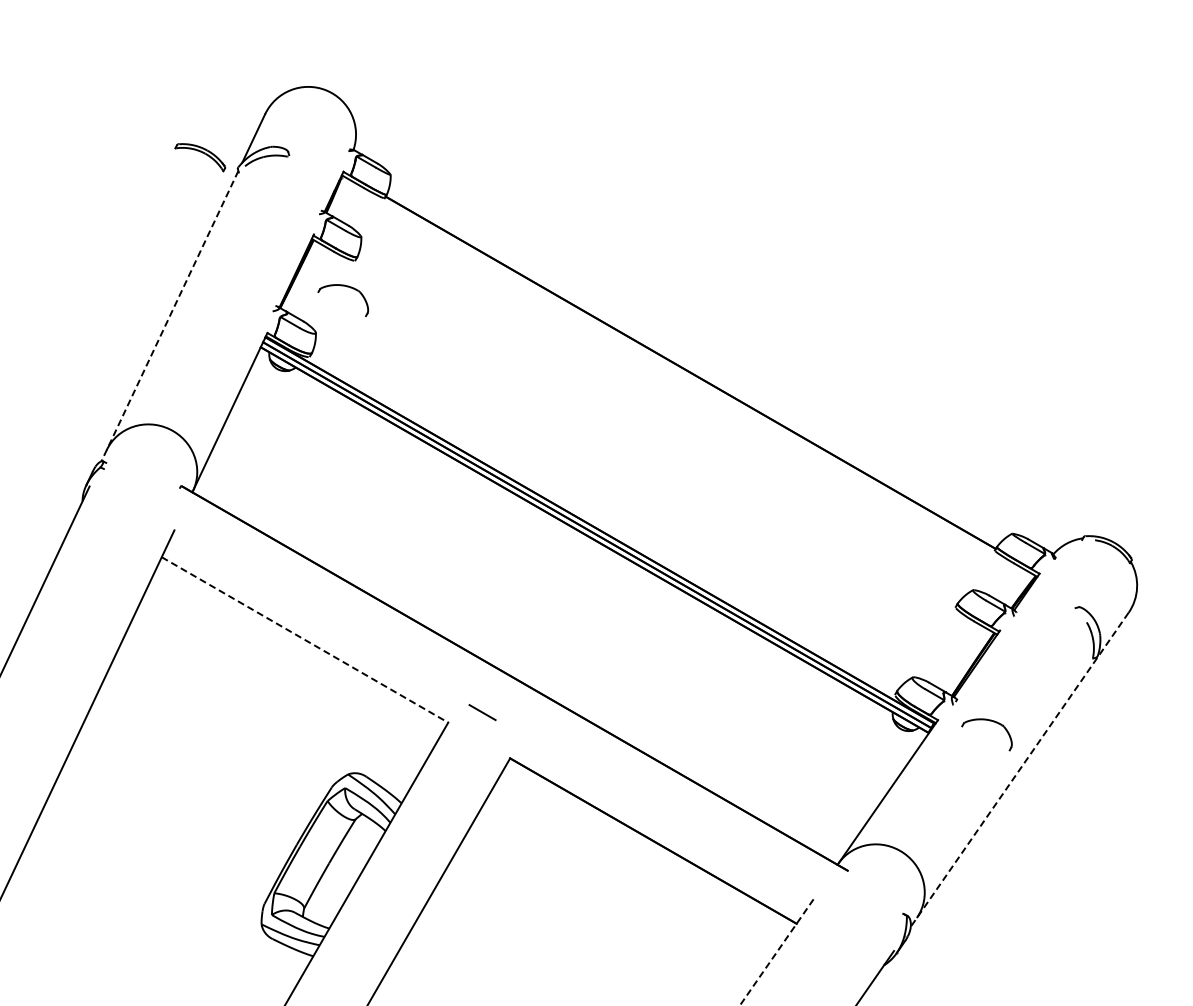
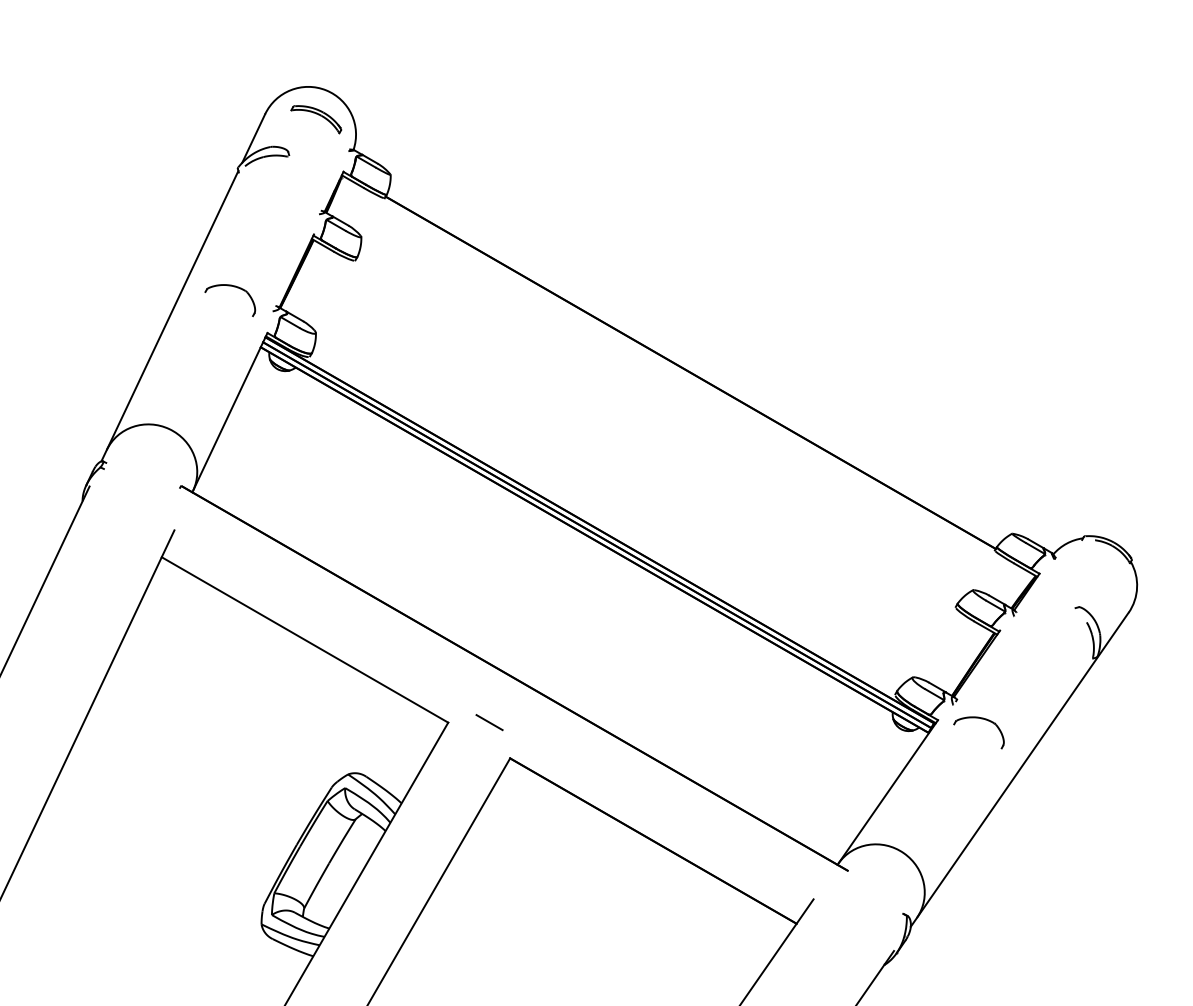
part at (200, 157) position: (200, 157) -> (316, 119)
part at (347, 287) position: (347, 287) -> (234, 287)
line at (169, 316): dashed -> solid
line at (305, 640): dashed -> solid
line at (482, 712) position: (482, 712) -> (489, 722)
part at (989, 721) position: (989, 721) -> (981, 719)
line at (1019, 770): dashed -> solid
line at (776, 952): dashed -> solid
